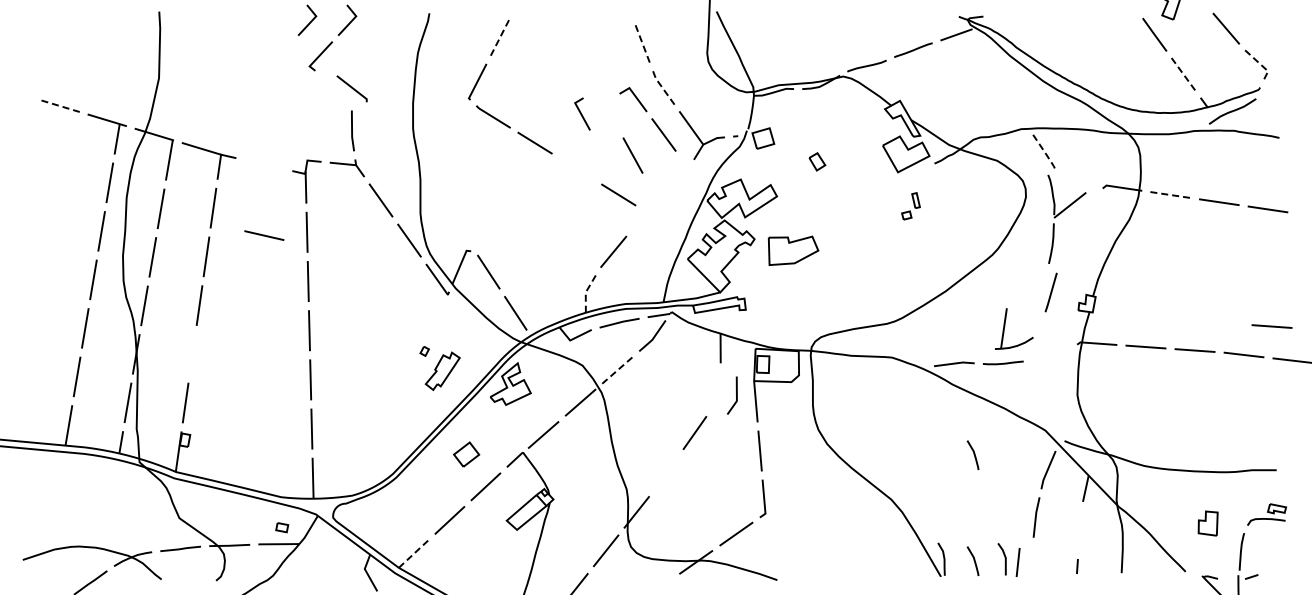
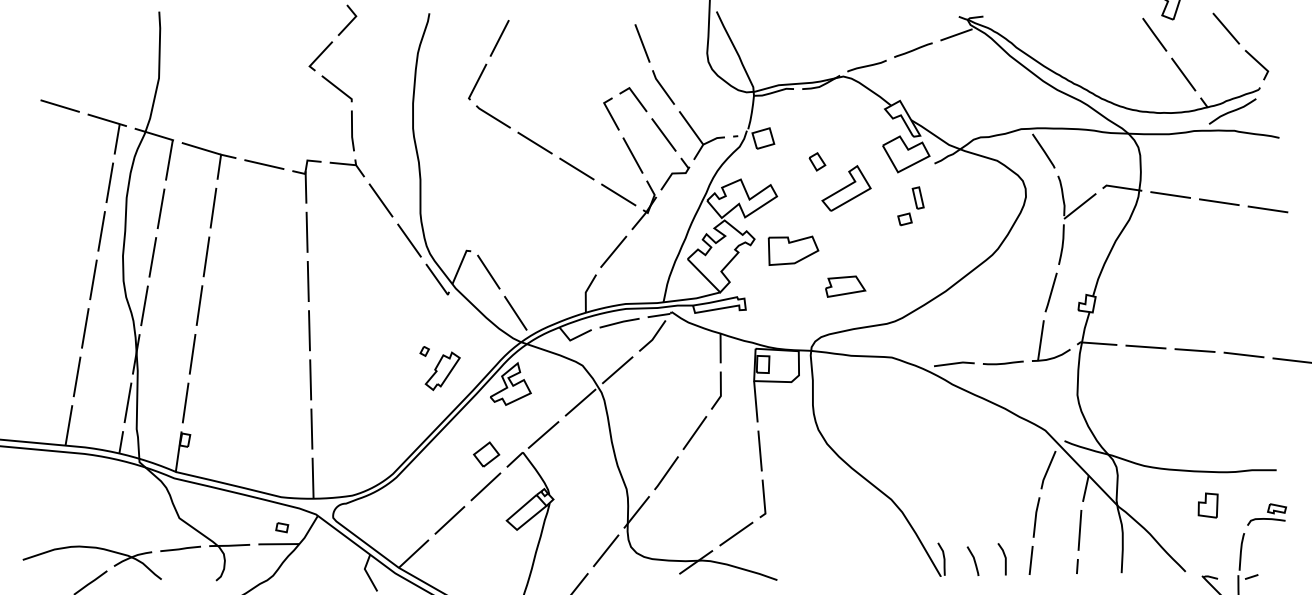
line at (310, 21): present -> none
line at (499, 38): dashed -> solid
line at (642, 43): dashed -> solid
line at (1260, 64): dashed -> solid
line at (1184, 75): dashed -> solid
line at (661, 86): dashed -> solid
line at (351, 88) position: (351, 88) -> (336, 88)
line at (59, 105): dashed -> solid
line at (581, 113) position: (581, 113) -> (610, 113)
line at (1044, 152): dashed -> solid
line at (576, 168): none -> present
part at (846, 188): none -> present
part at (660, 193): none -> present
line at (1171, 195): dashed -> solid
part at (910, 206) size: 20x29 px -> 28x41 px
part at (1061, 213) position: (1061, 213) -> (1071, 214)
line at (264, 235) position: (264, 235) -> (264, 164)
part at (845, 286): none -> present
line at (585, 292): dashed -> solid
part at (1005, 326) position: (1005, 326) -> (1042, 338)
line at (1271, 326): present -> none
line at (192, 354): none -> present
line at (617, 370): dashed -> solid
line at (736, 395) position: (736, 395) -> (720, 390)
part at (466, 454) position: (466, 454) -> (486, 454)
line at (973, 454): present -> none
line at (666, 473): none -> present
part at (1207, 523) position: (1207, 523) -> (1207, 505)
line at (1079, 530): none -> present
line at (414, 553): dashed -> solid
line at (1017, 562) position: (1017, 562) -> (1030, 560)
